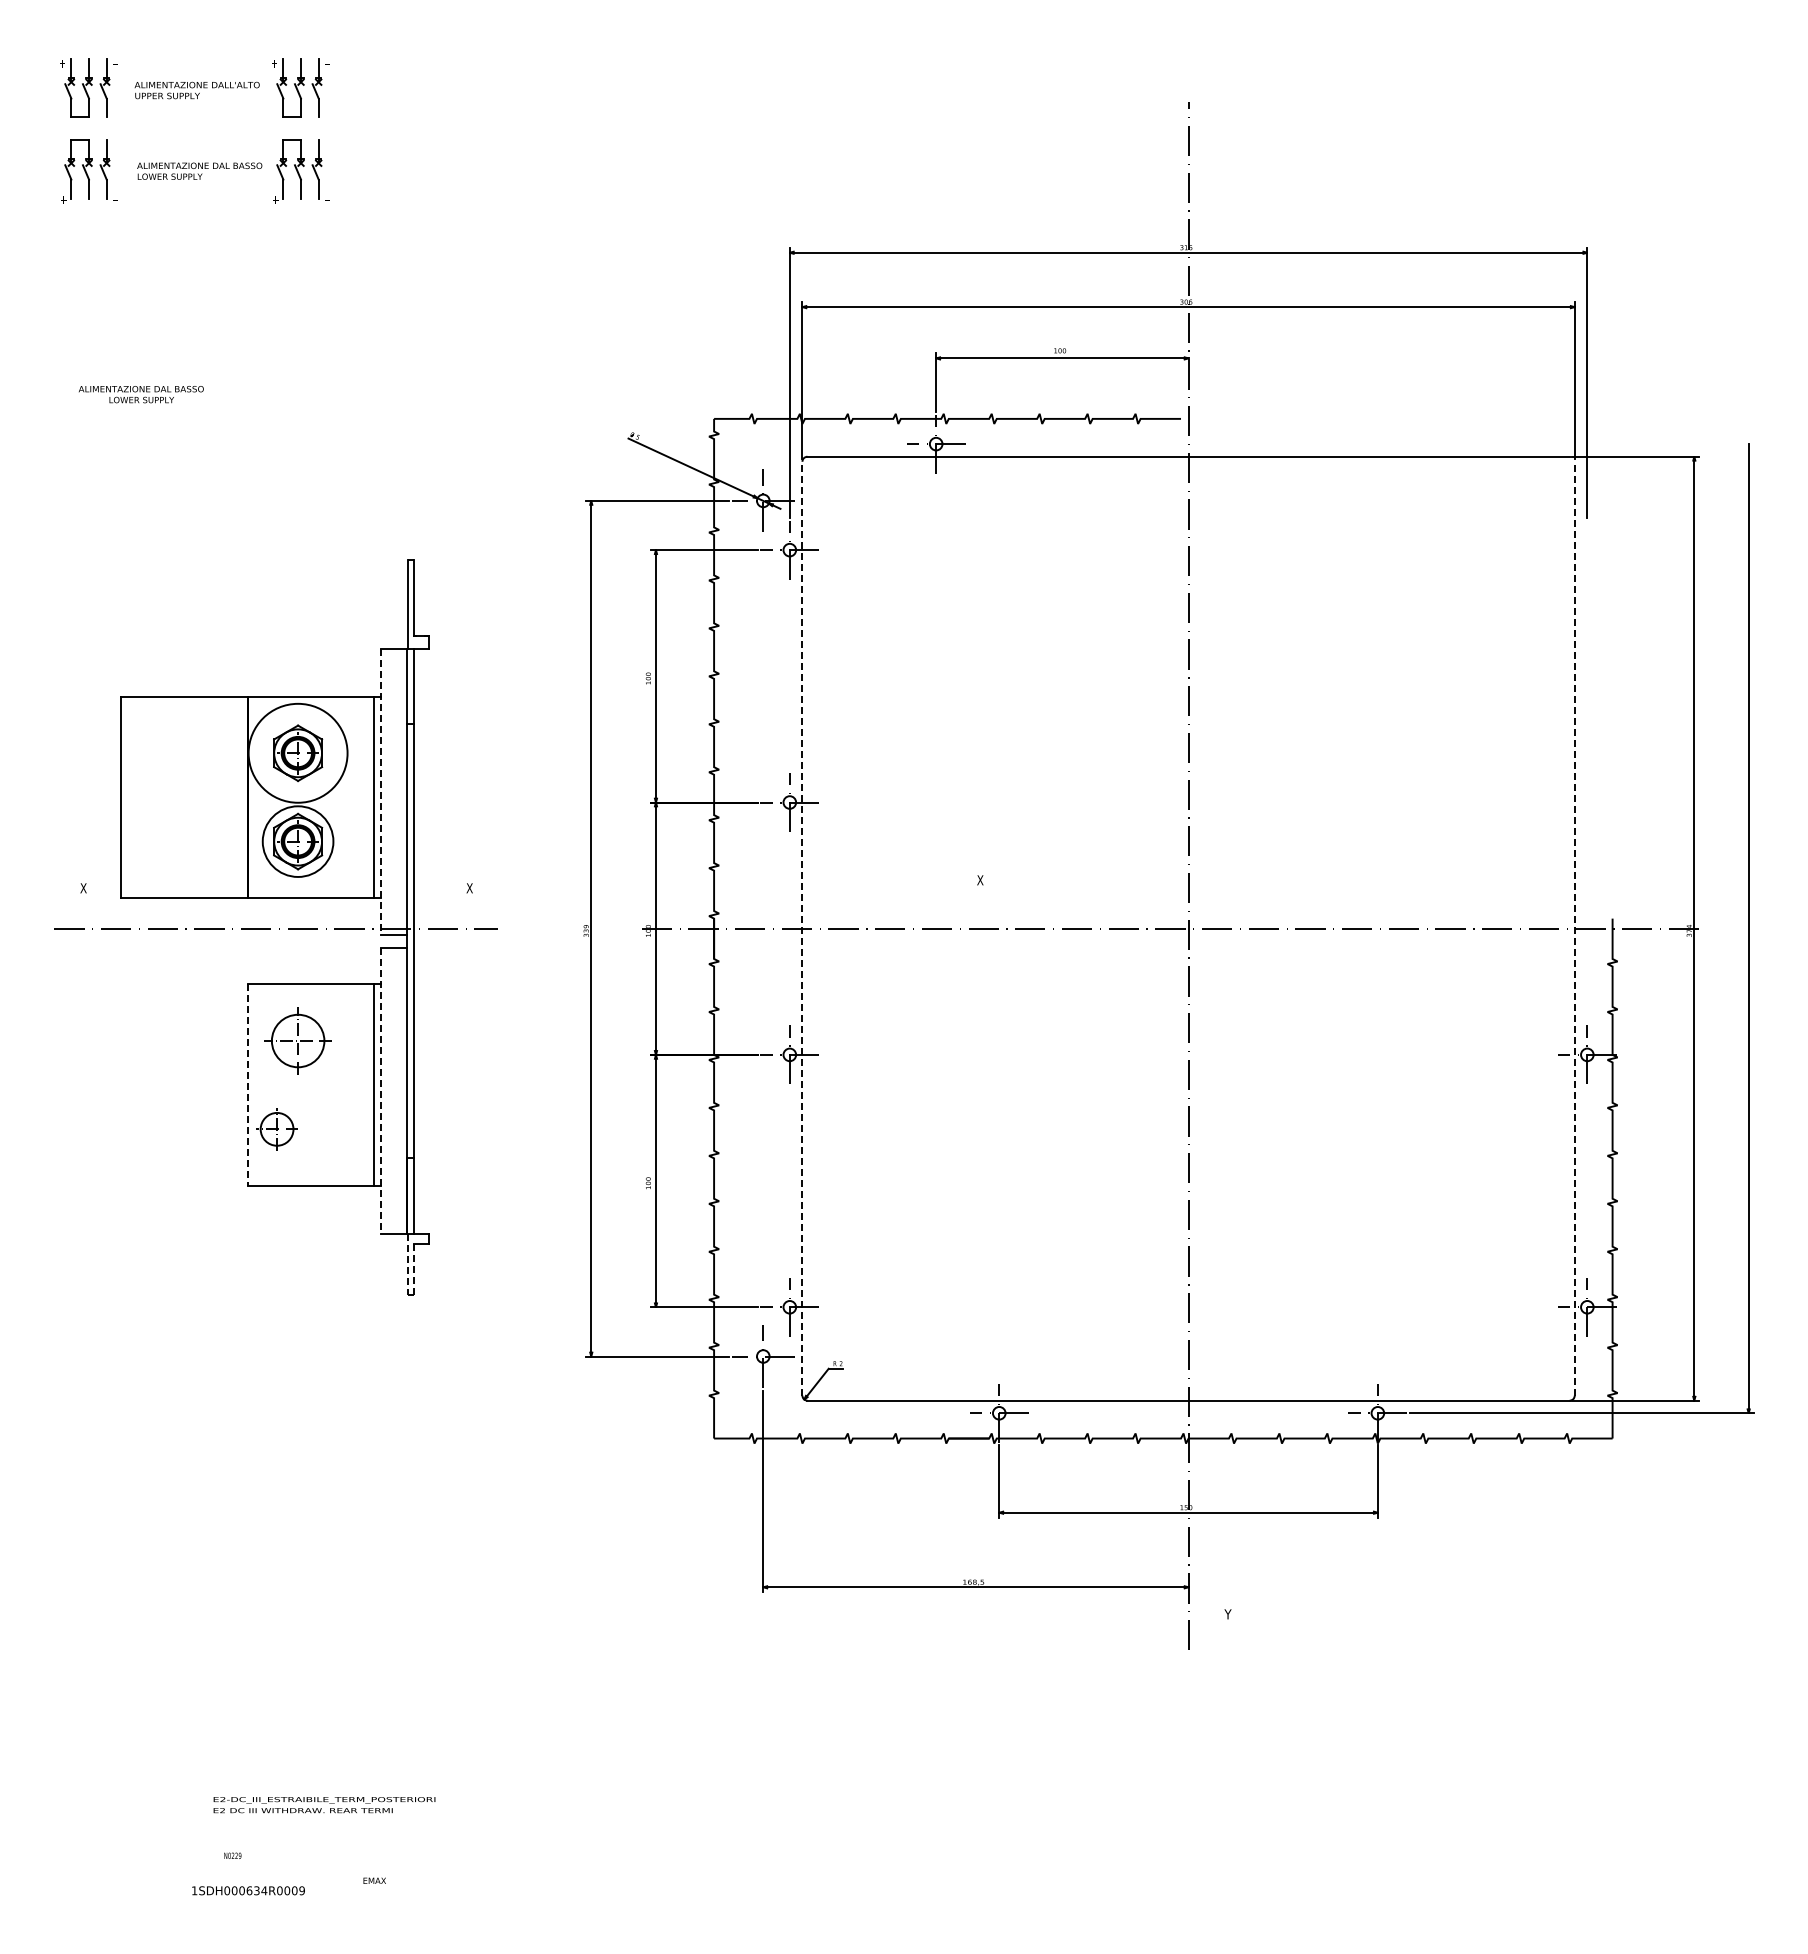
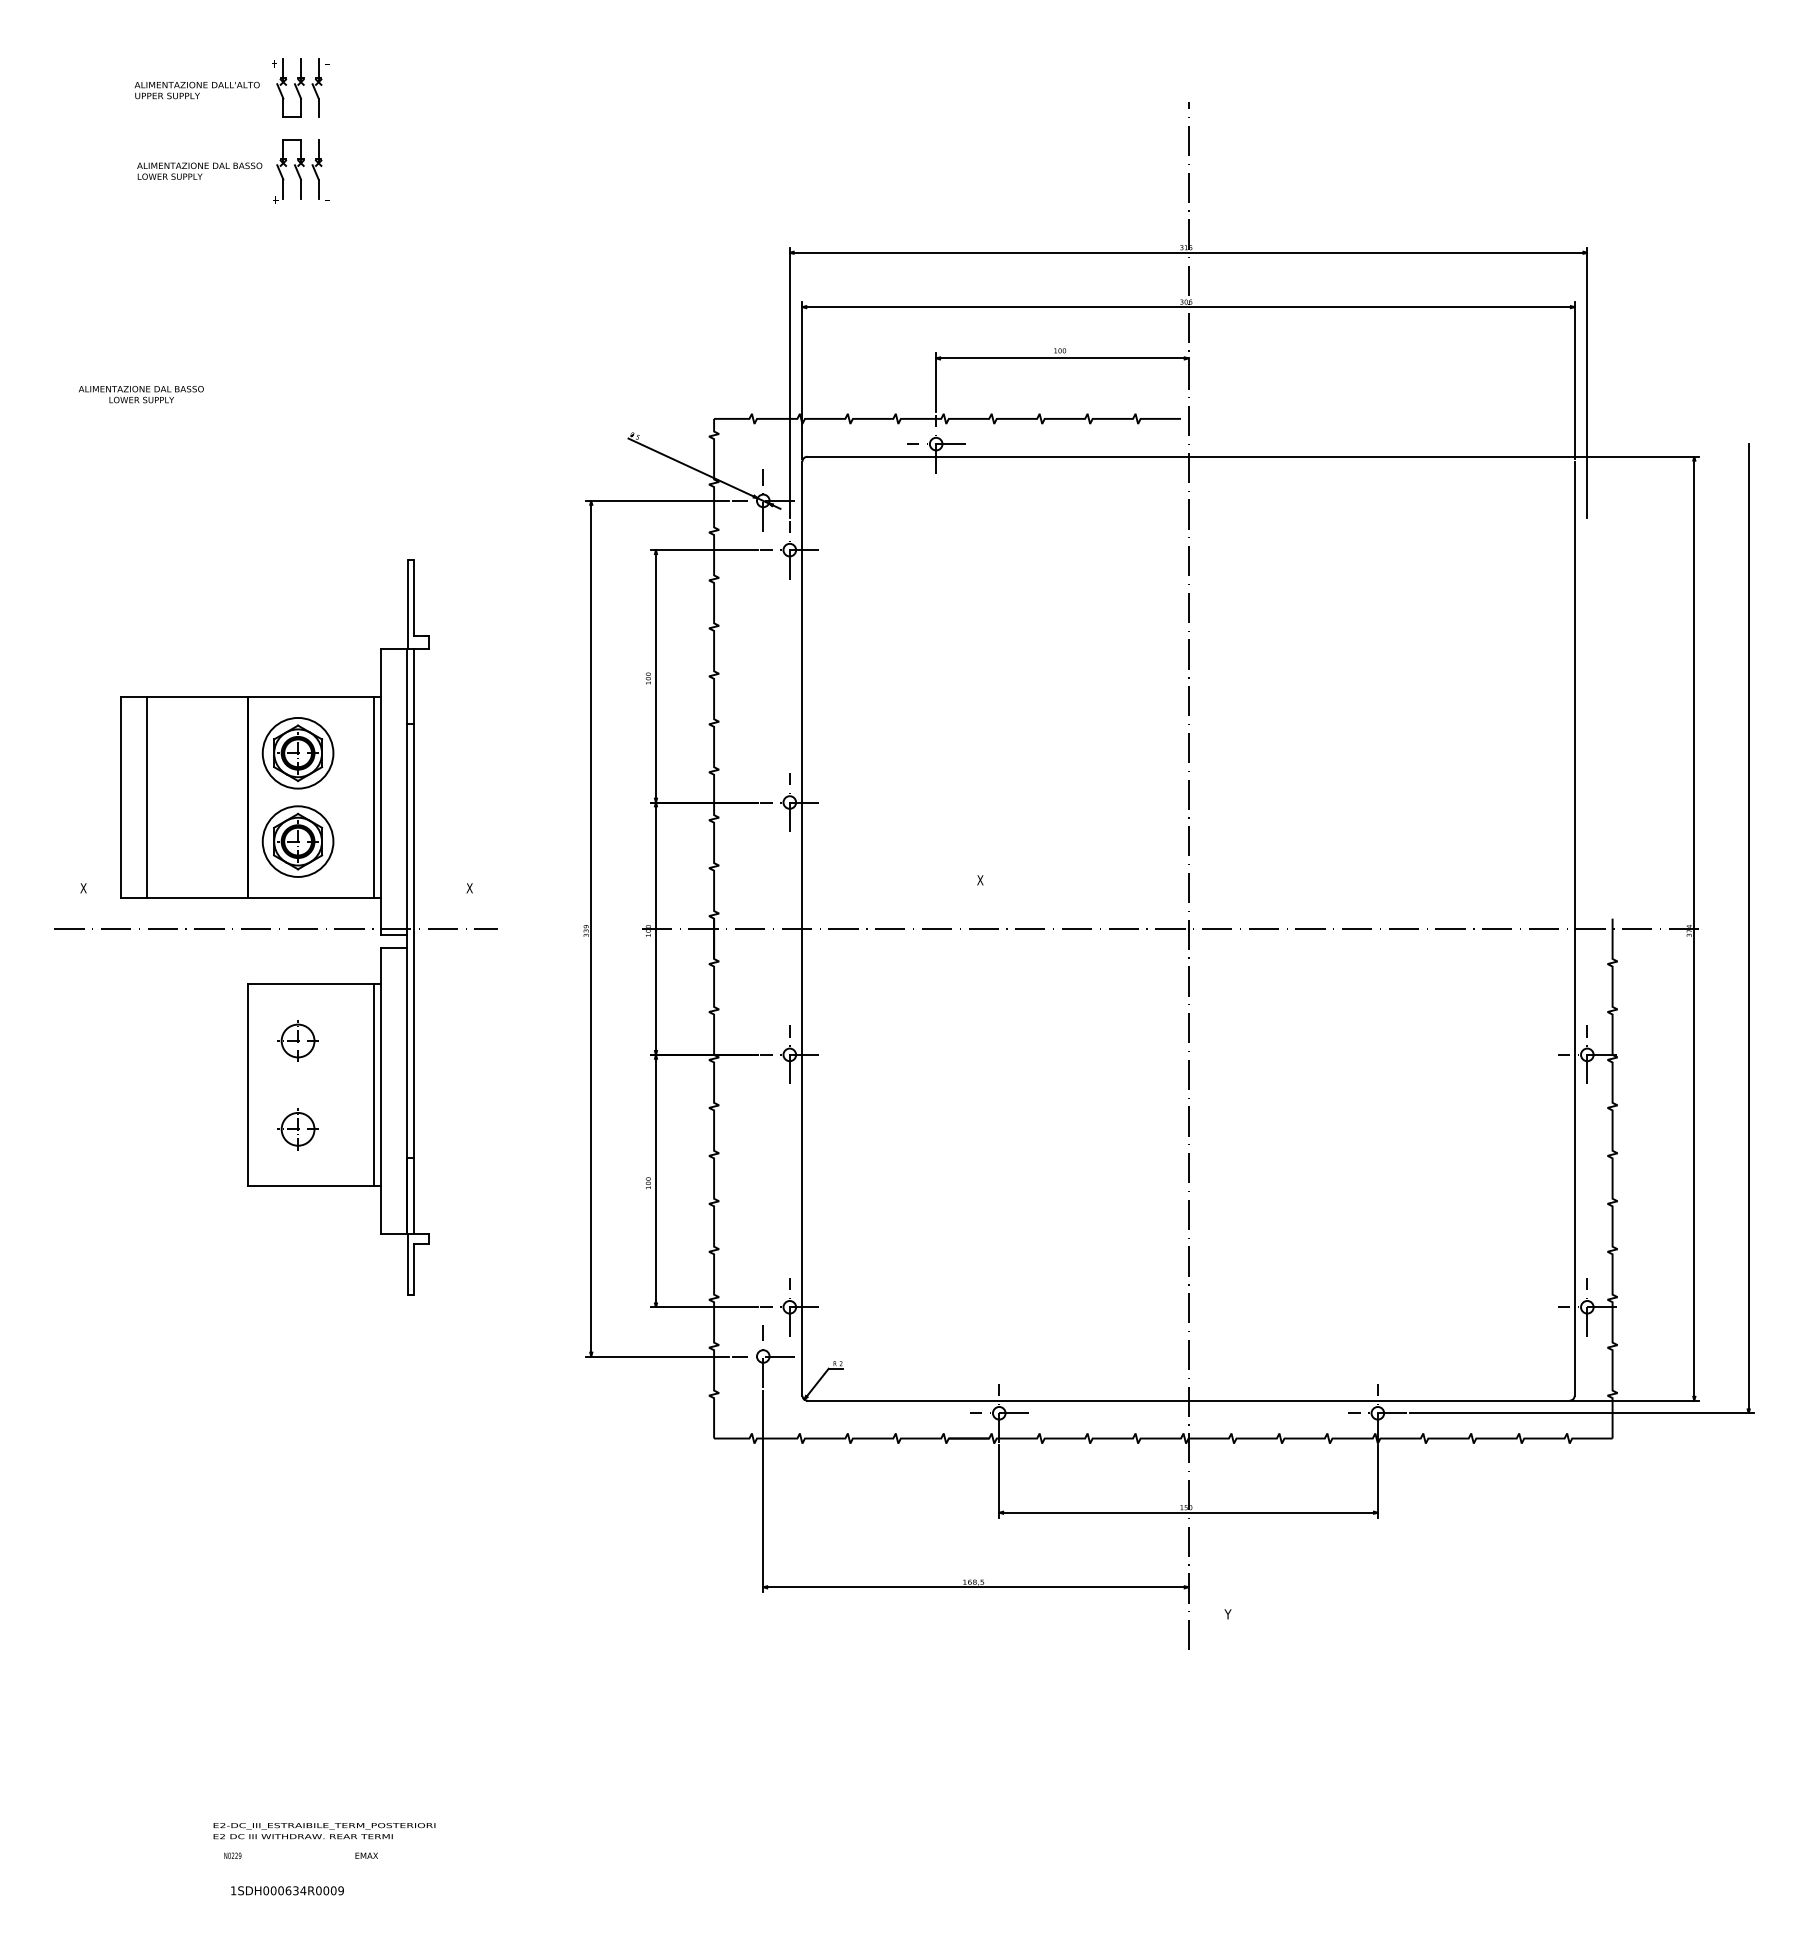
part at (88, 139): present -> none
circle at (297, 752) diameter: 99 px -> 71 px
line at (381, 792): dashed -> solid
line at (146, 797): none -> present
line at (802, 928): dashed -> solid
line at (1574, 928): dashed -> solid
part at (297, 1040) size: 68x68 px -> 42x42 px
line at (247, 1085): dashed -> solid
line at (381, 1091): dashed -> solid
part at (276, 1129) position: (276, 1129) -> (297, 1129)
line at (407, 1264): dashed -> solid
line at (414, 1269): dashed -> solid
text at (324, 1805) position: (324, 1805) -> (324, 1831)
text at (374, 1880) position: (374, 1880) -> (366, 1855)
text at (248, 1890) position: (248, 1890) -> (287, 1890)
